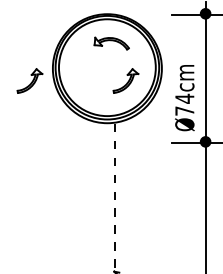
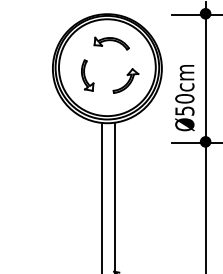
part at (87, 75): none -> present
part at (29, 80): present -> none
text at (184, 104): Ø74cm -> Ø50cm
line at (102, 196): none -> present
line at (114, 198): dashed -> solid
